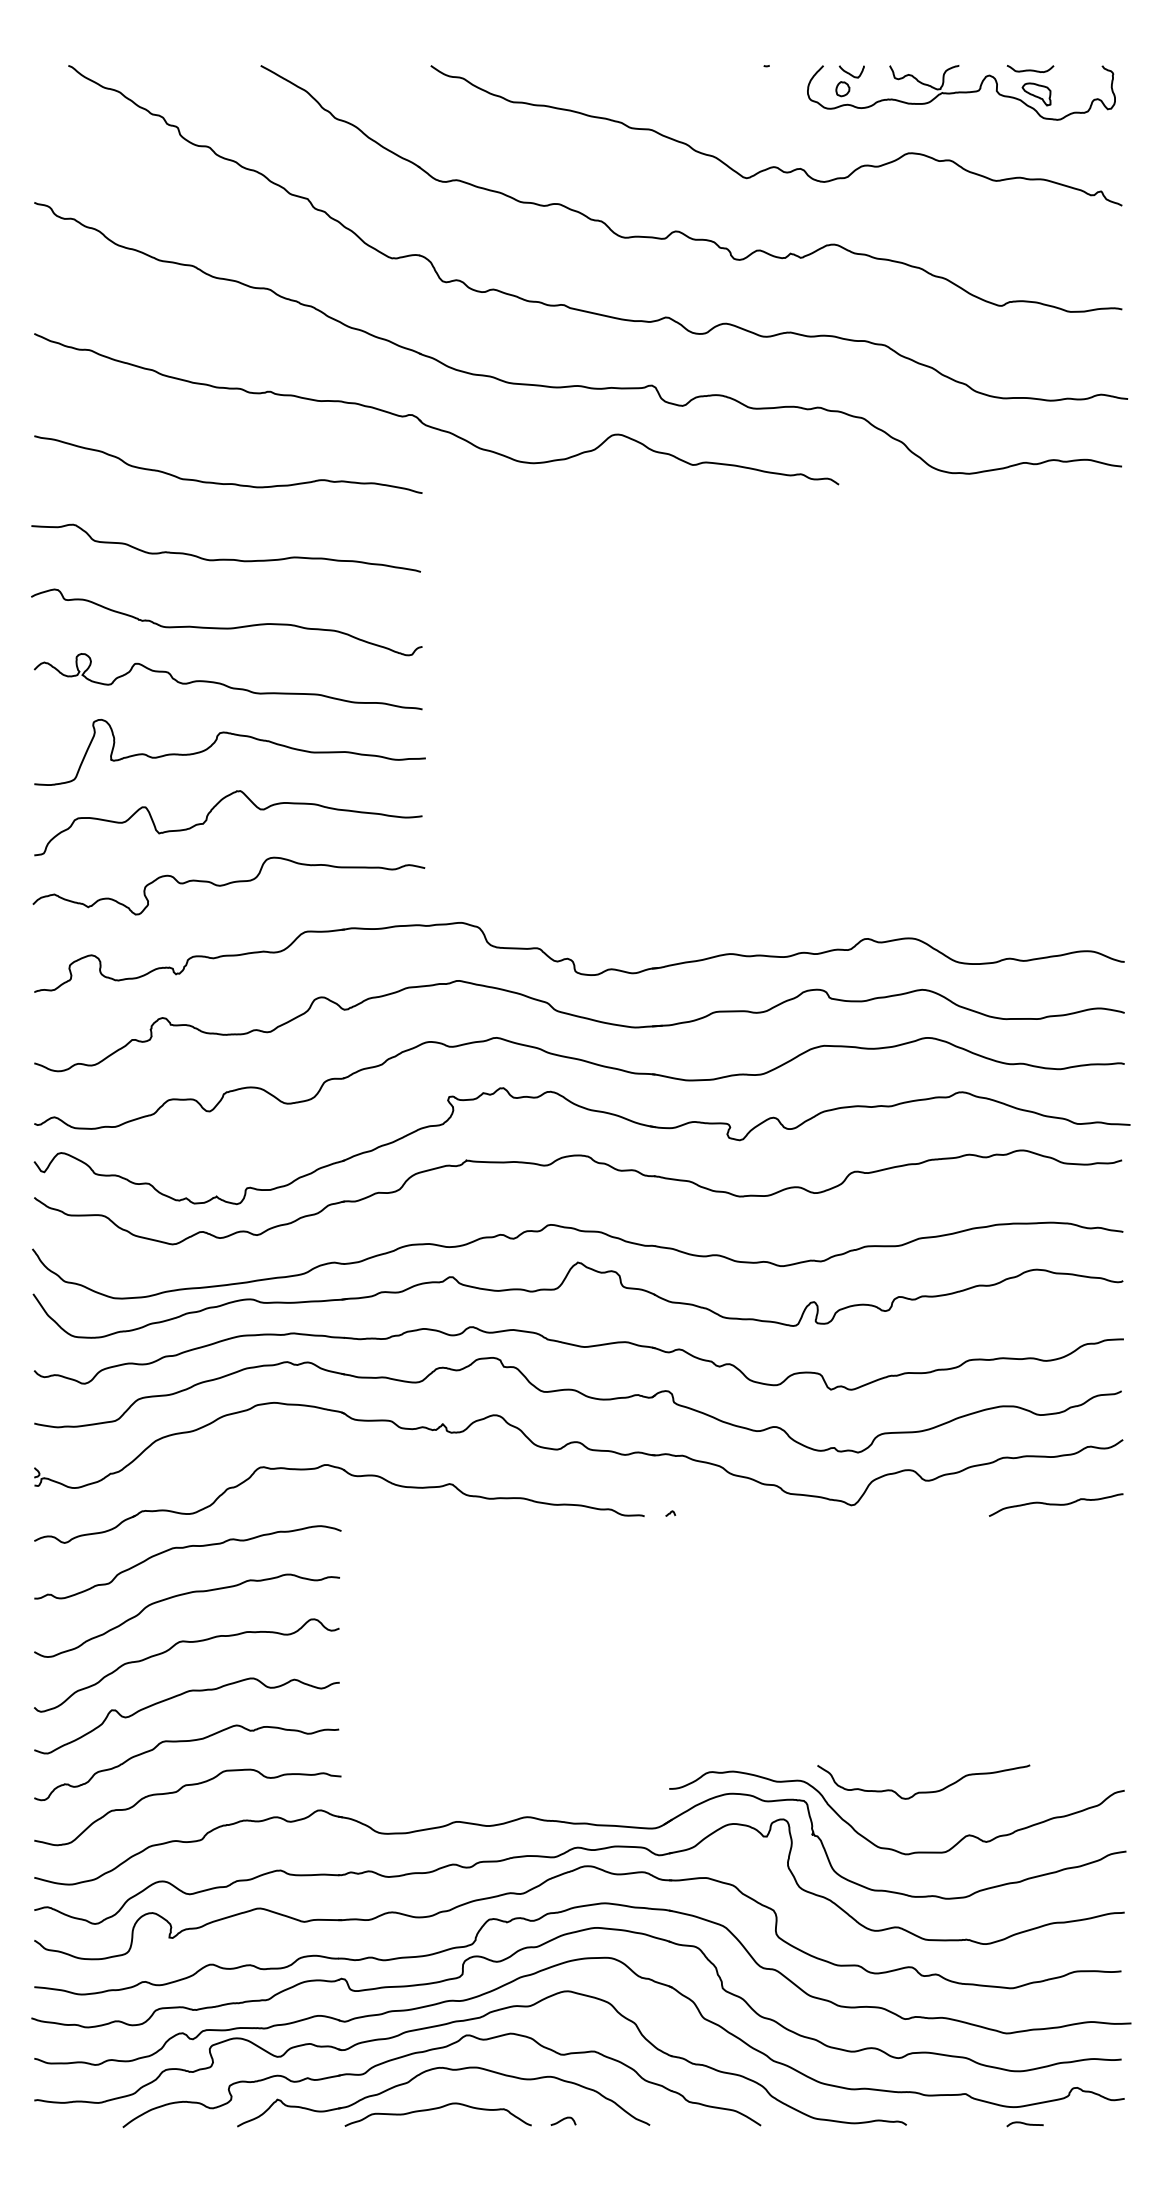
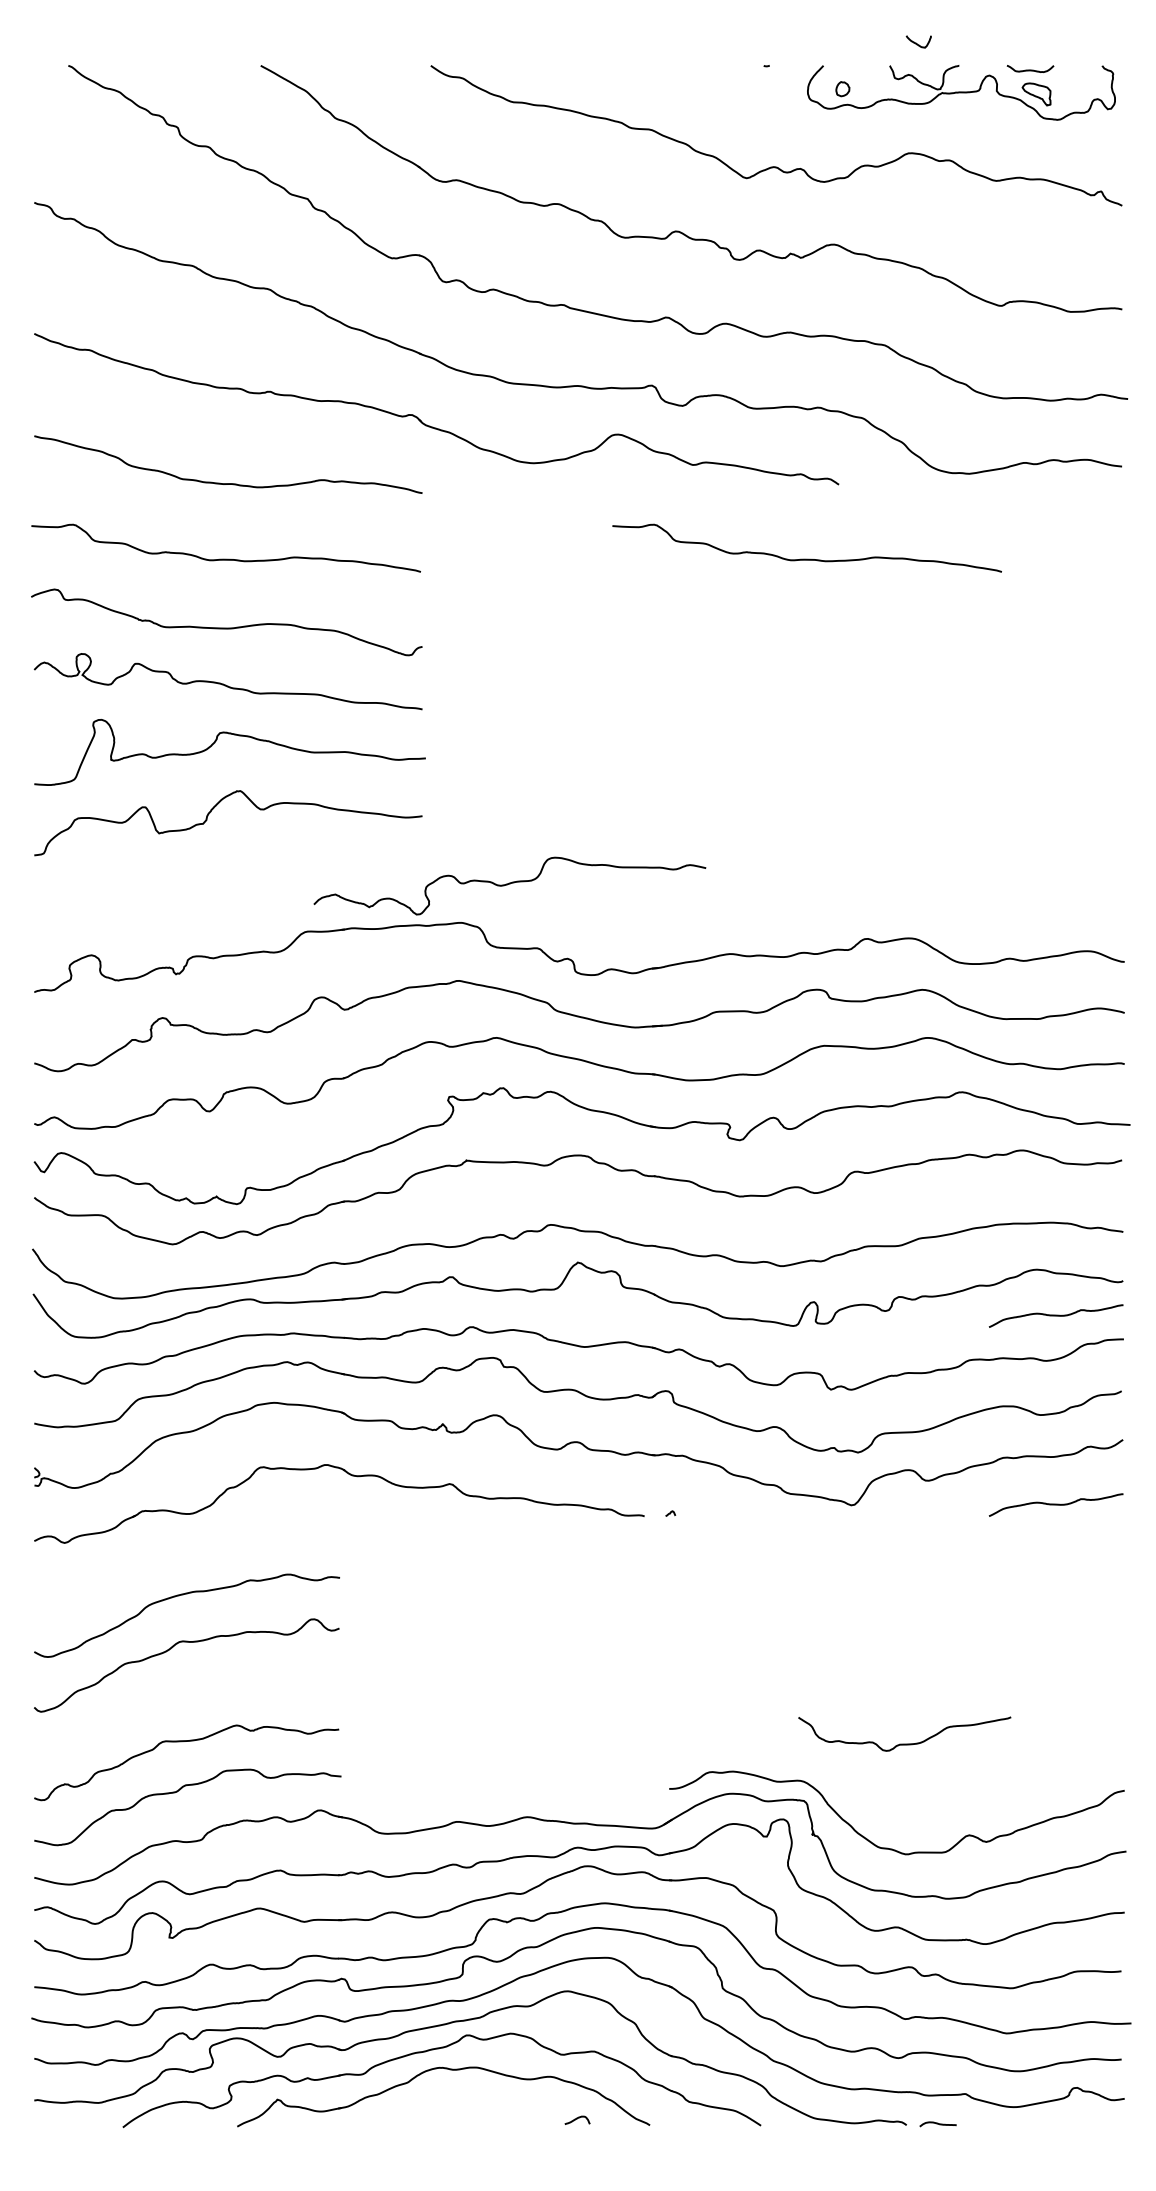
curve at (849, 72) position: (849, 72) -> (916, 42)
curve at (806, 558): none -> present
curve at (228, 884) position: (228, 884) -> (509, 884)
curve at (1055, 1315): none -> present
curve at (185, 1548): present -> none
curve at (181, 1695): present -> none
curve at (923, 1791) position: (923, 1791) -> (904, 1743)
curve at (437, 2109): present -> none
curve at (563, 2120) position: (563, 2120) -> (577, 2119)
curve at (1024, 2124) position: (1024, 2124) -> (937, 2124)
